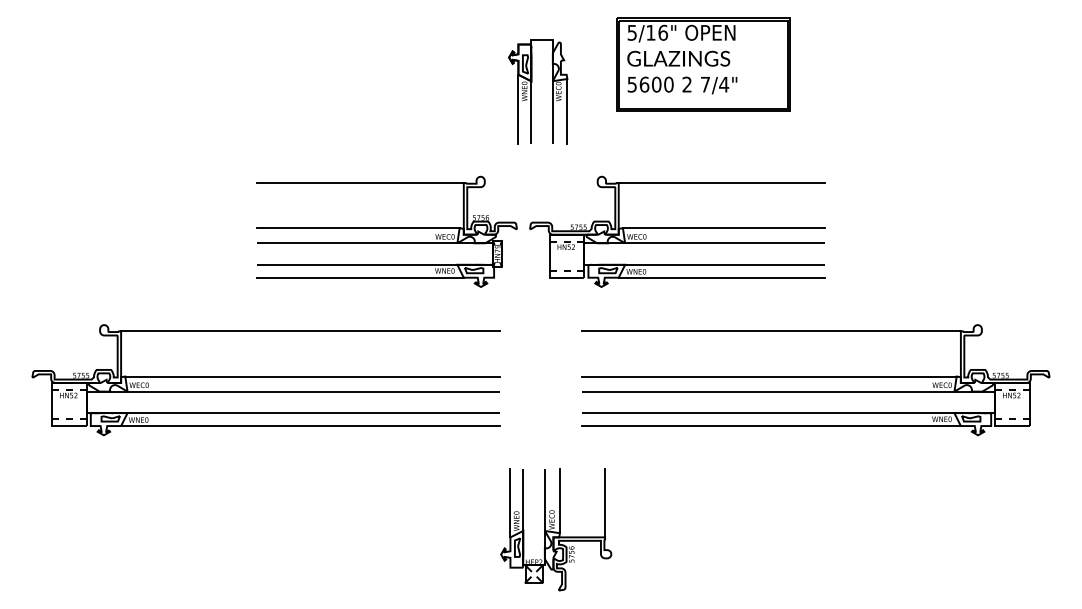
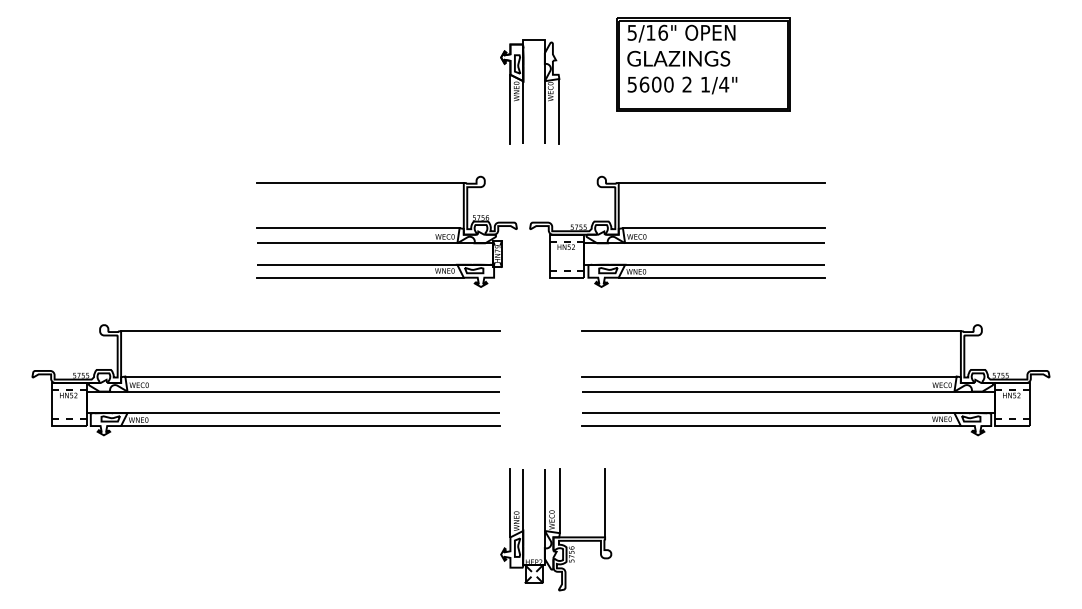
text at (705, 84): 7/4" -> 1/4"
part at (531, 91) position: (531, 91) -> (523, 91)
